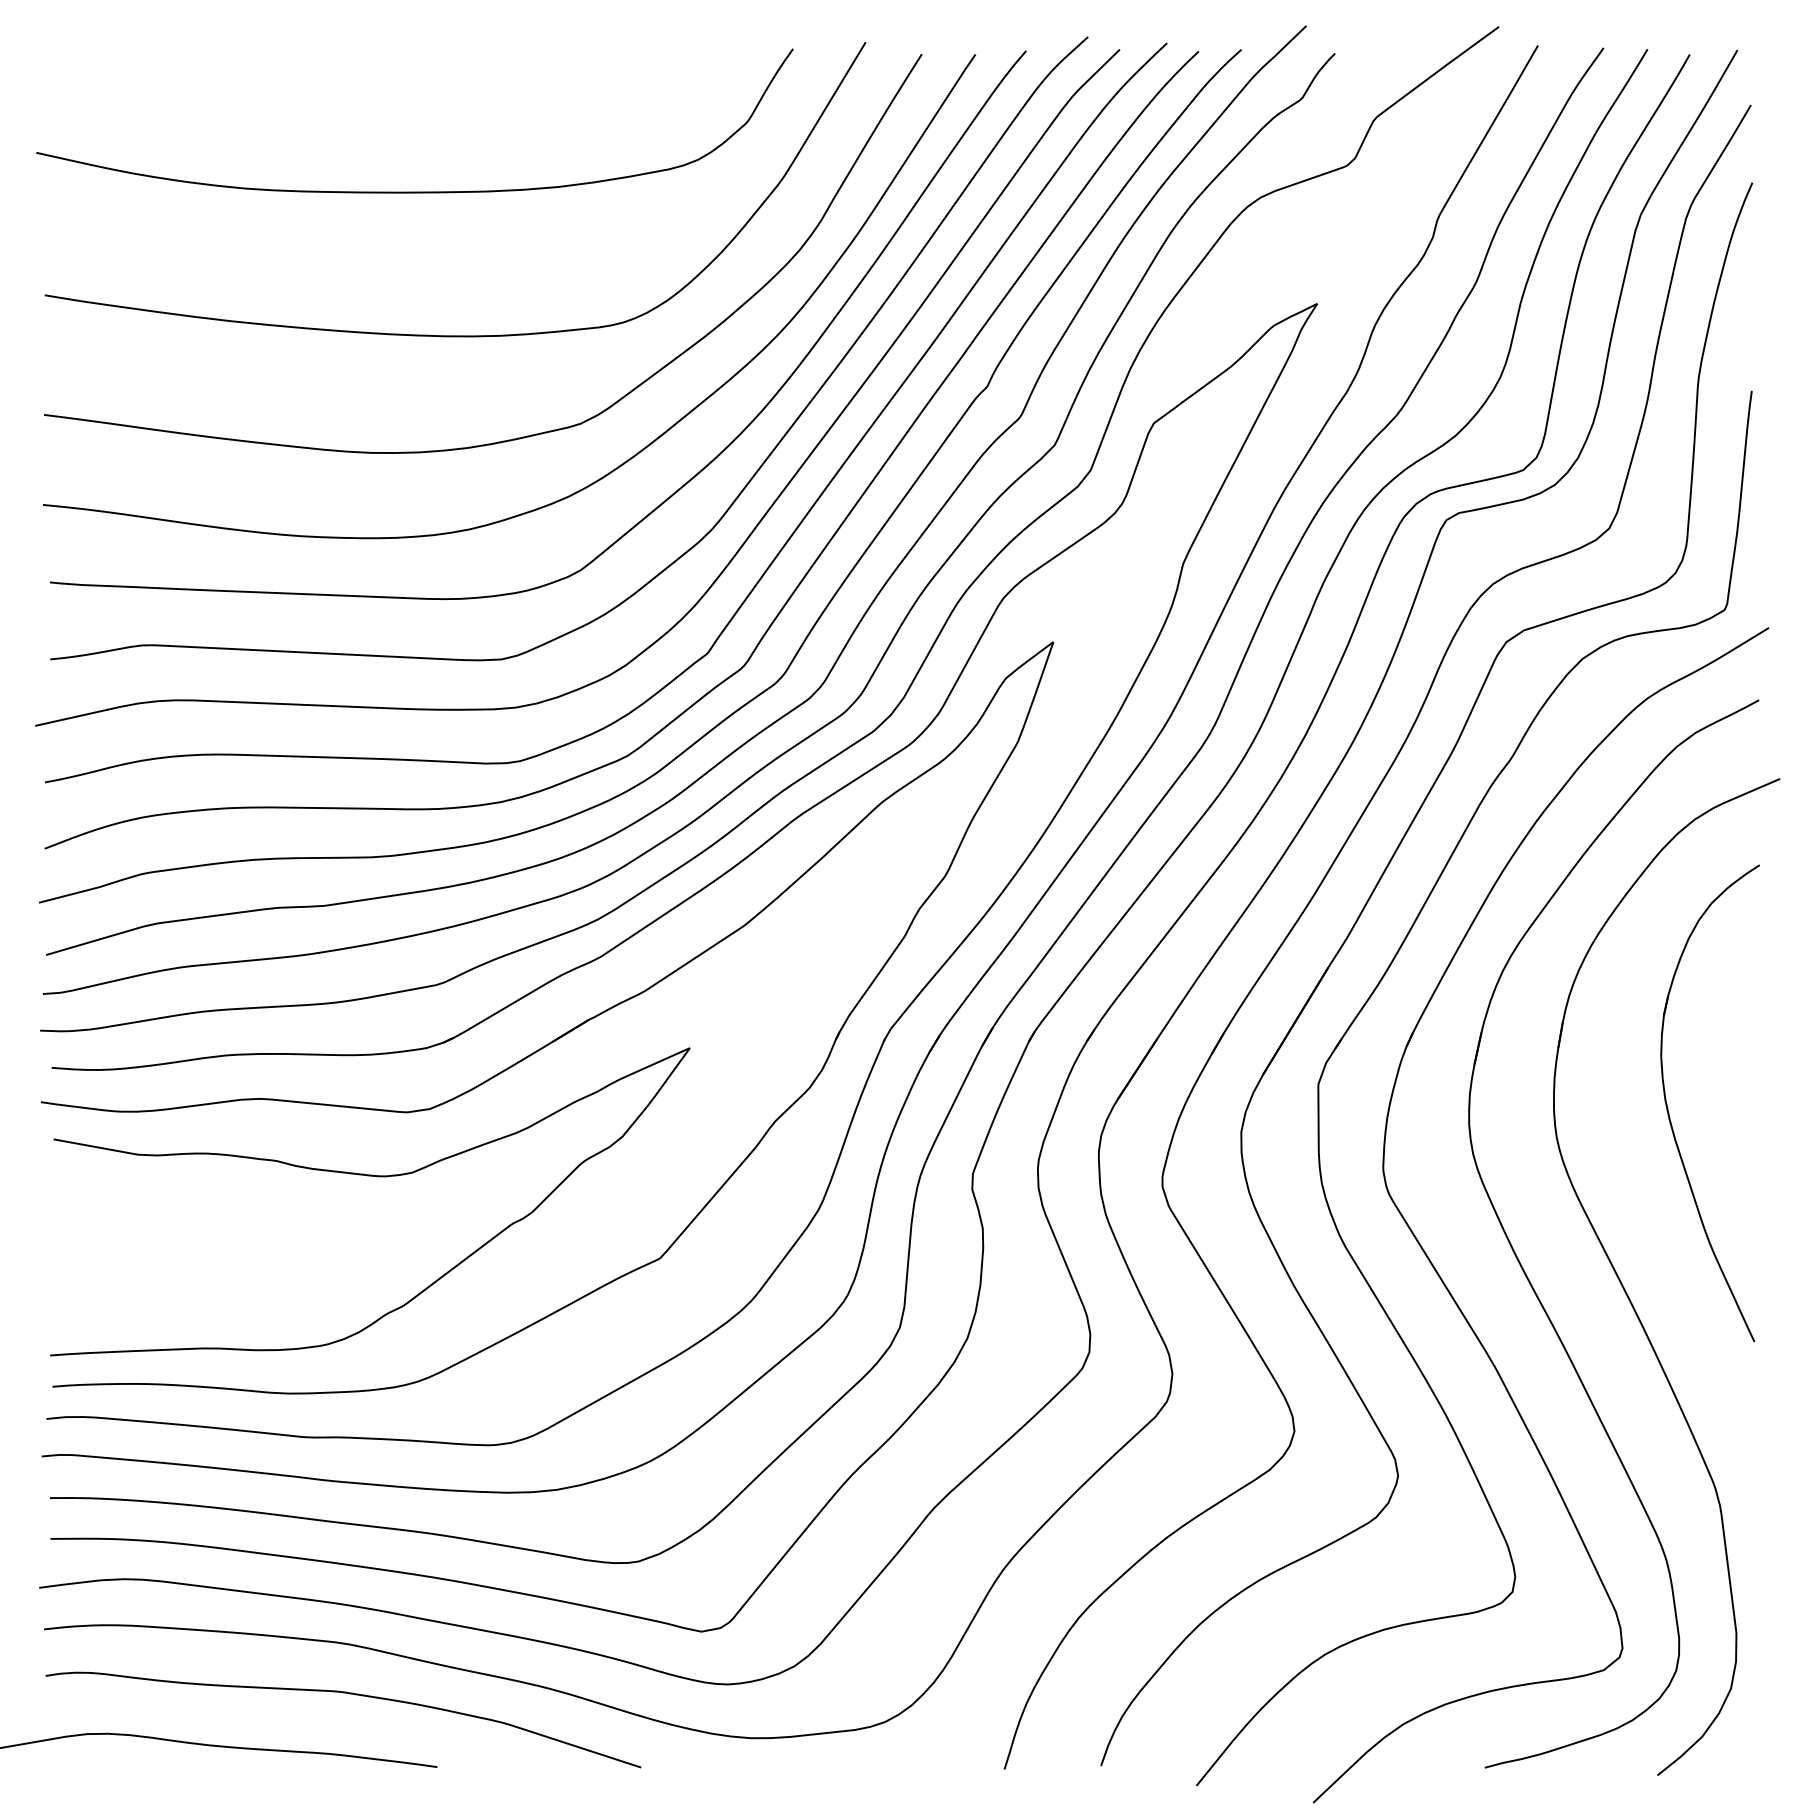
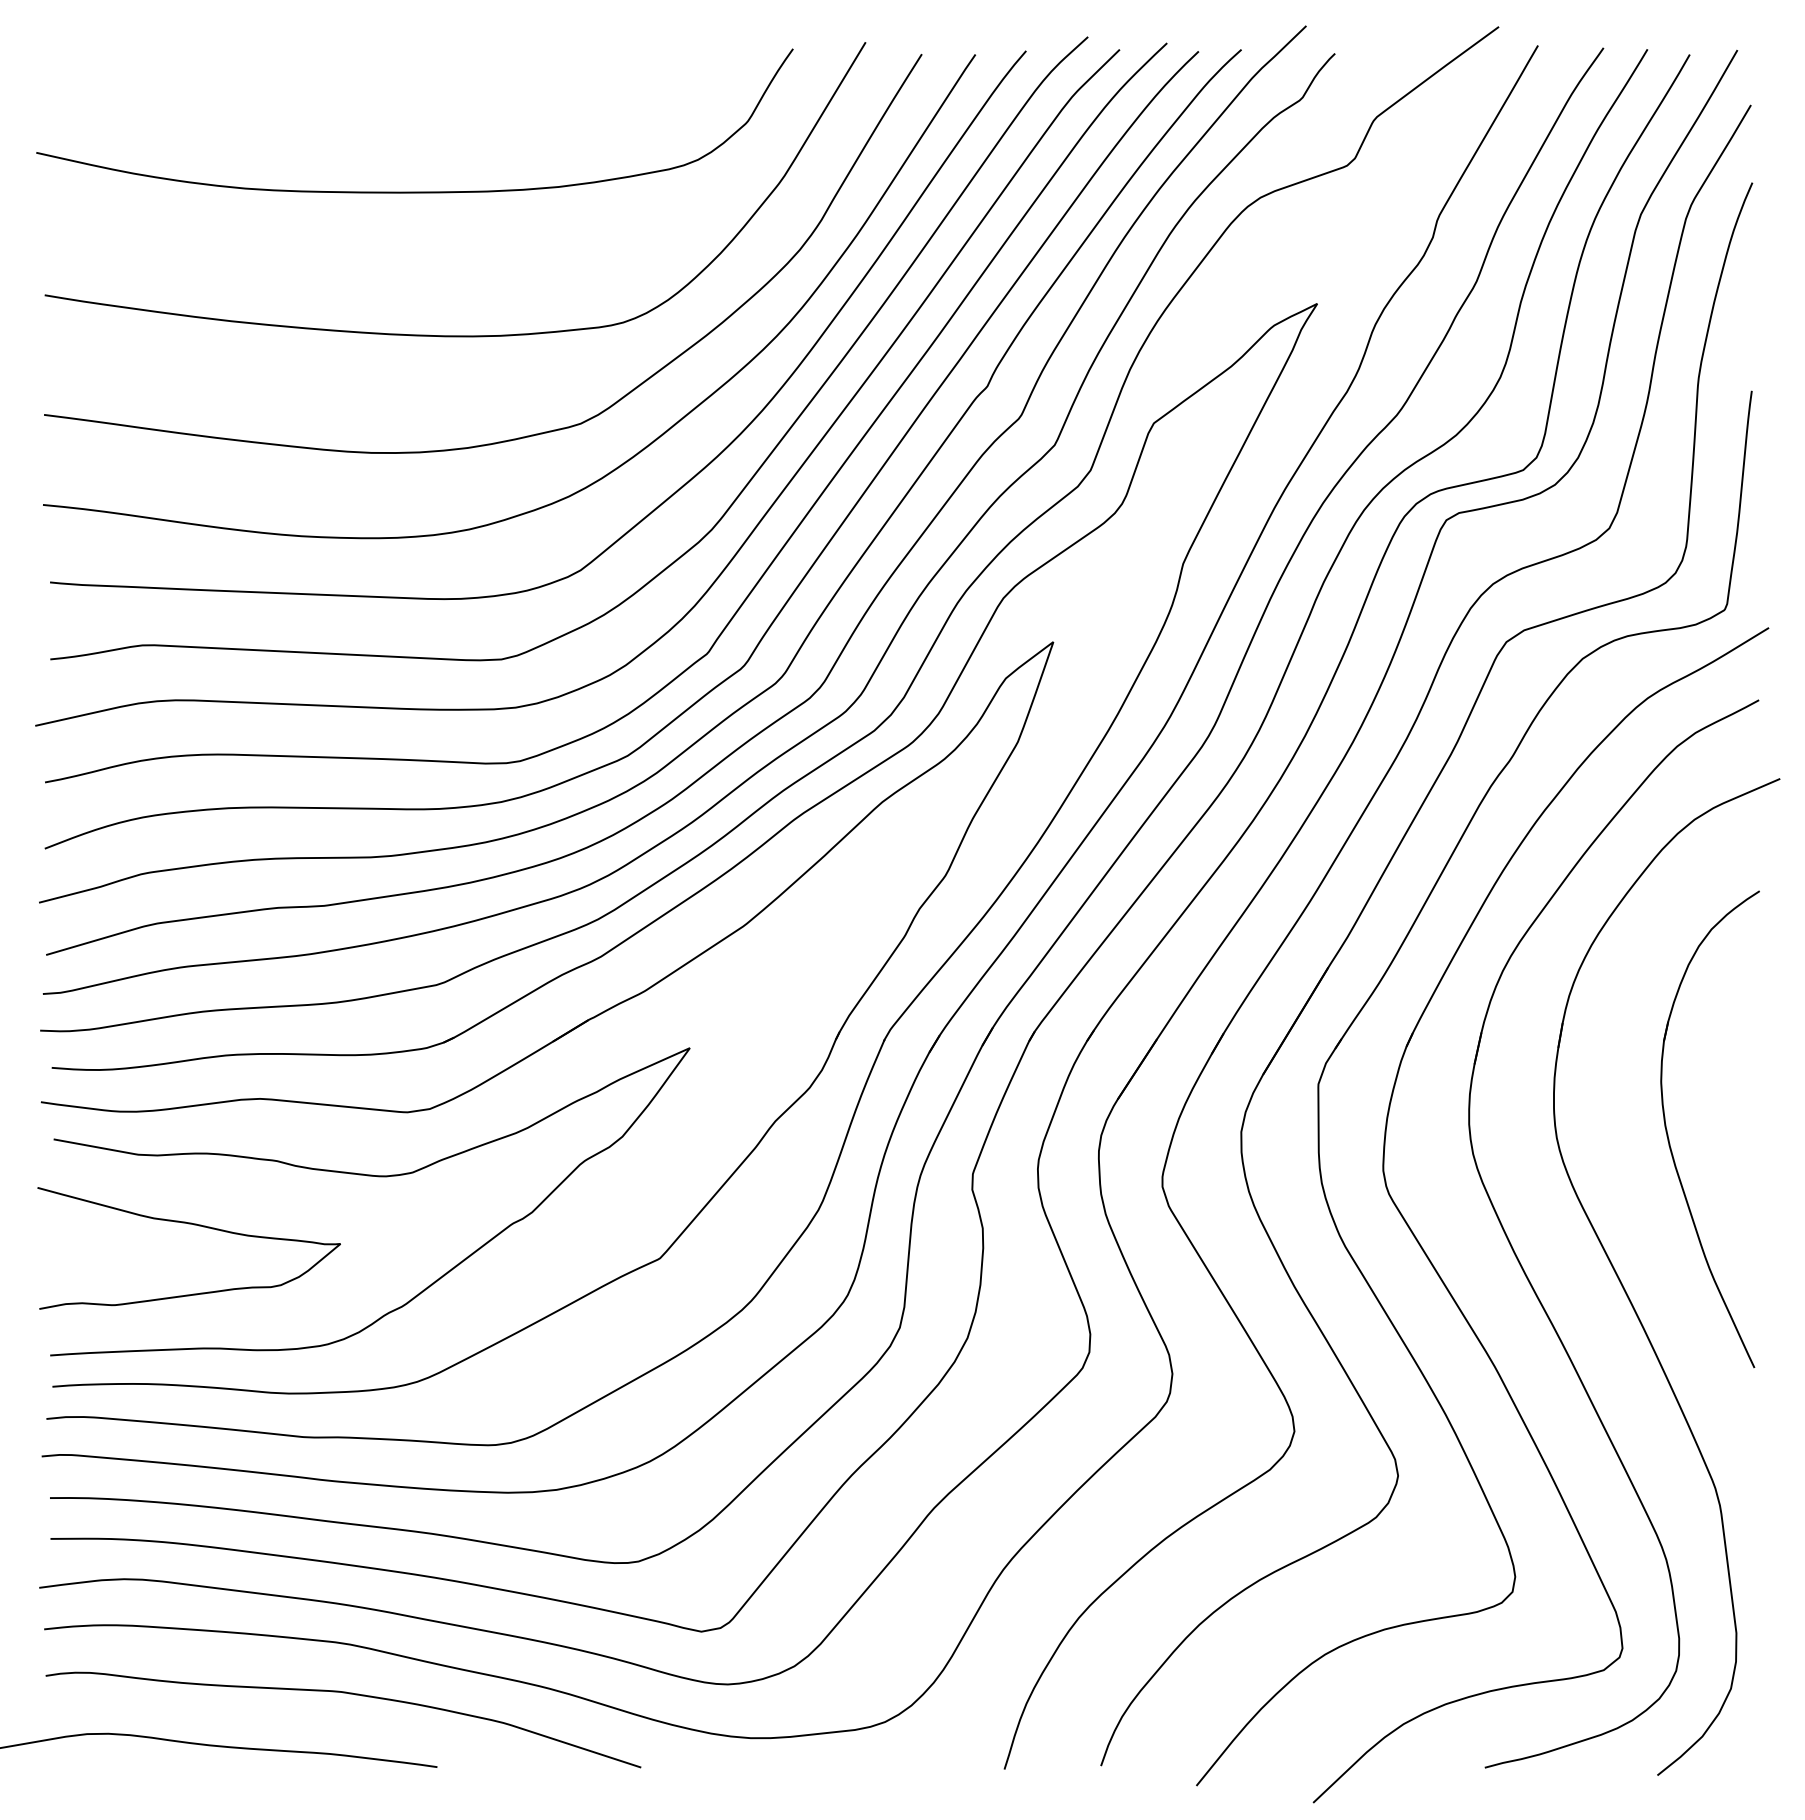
part at (1669, 1112) position: (1669, 1112) -> (1669, 1138)
curve at (194, 1225): none -> present
